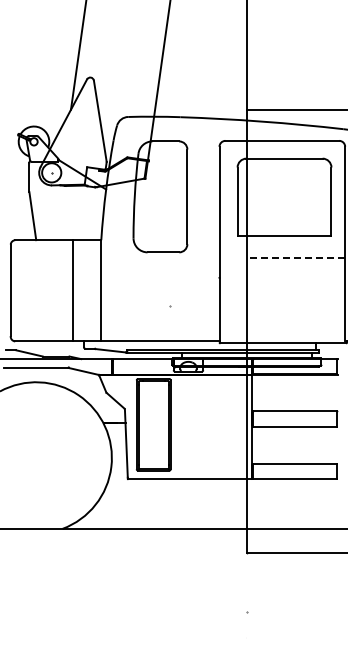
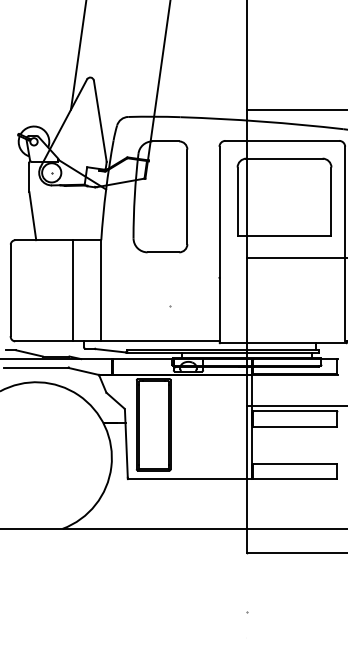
line at (296, 257): dashed -> solid
line at (295, 405): none -> present
